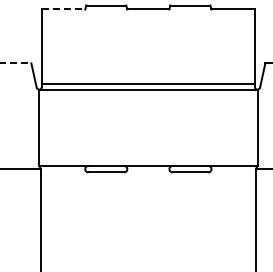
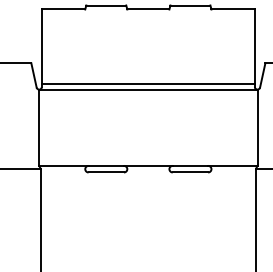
line at (63, 9): dashed -> solid
line at (16, 63): dashed -> solid
